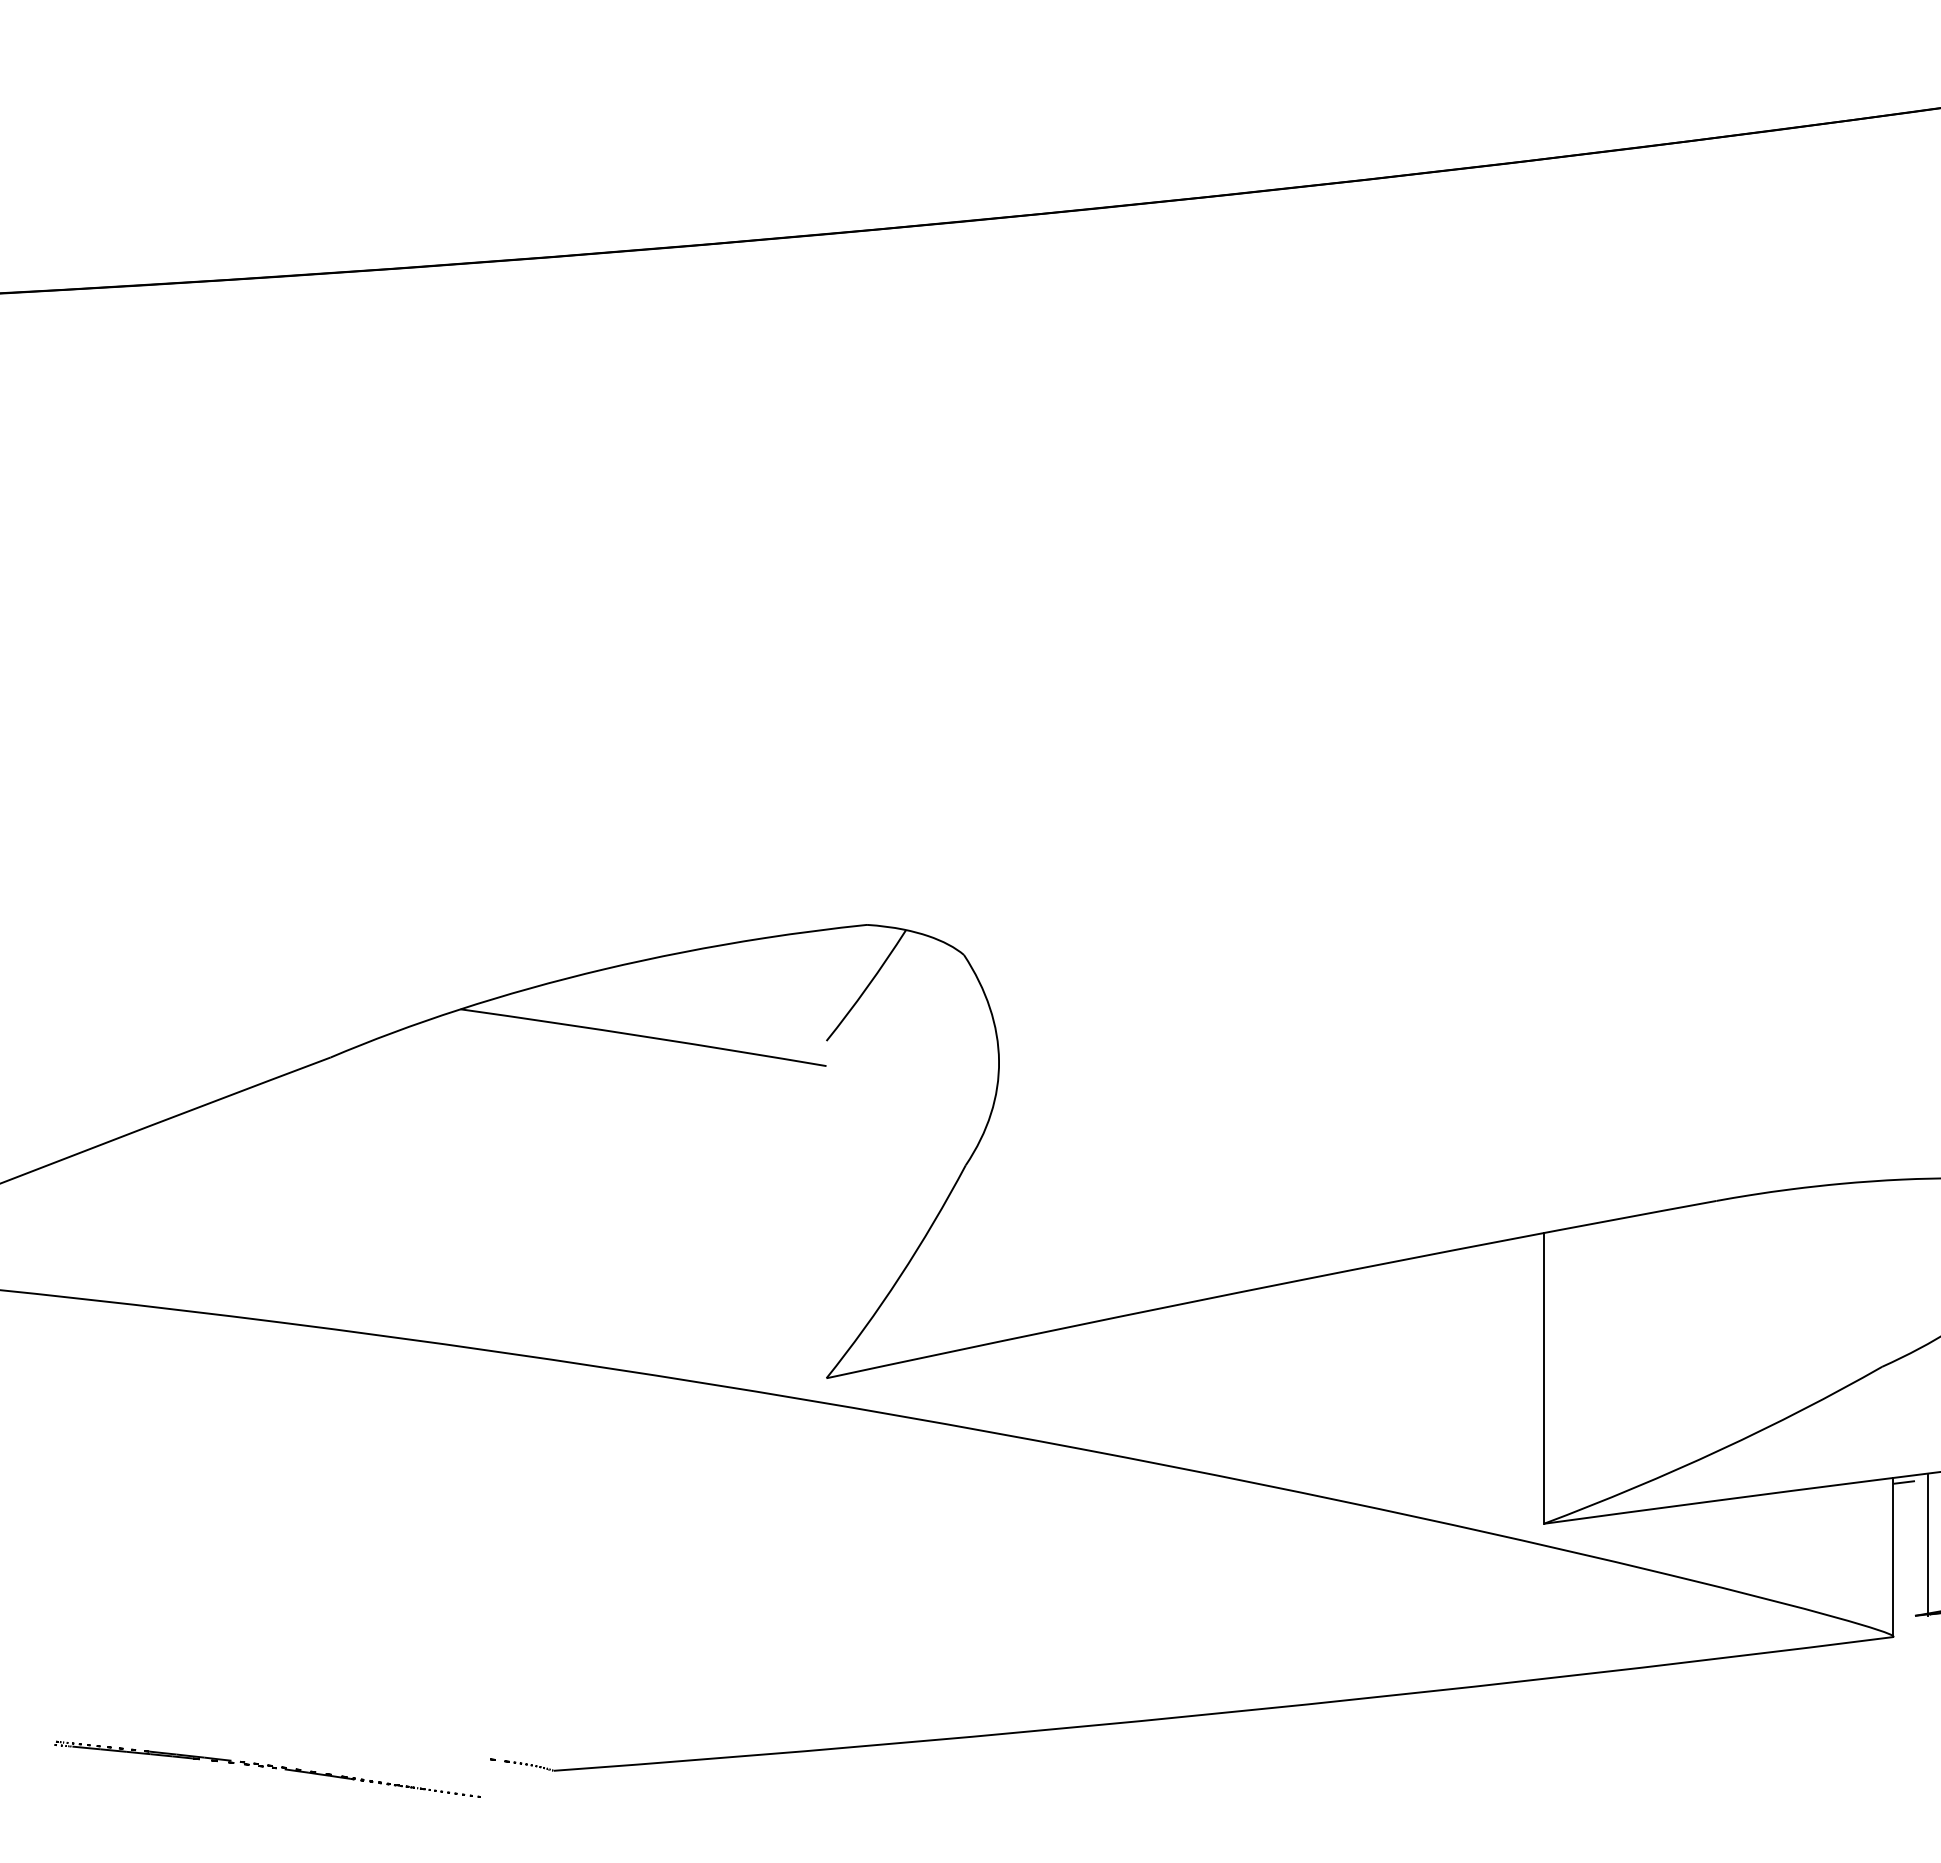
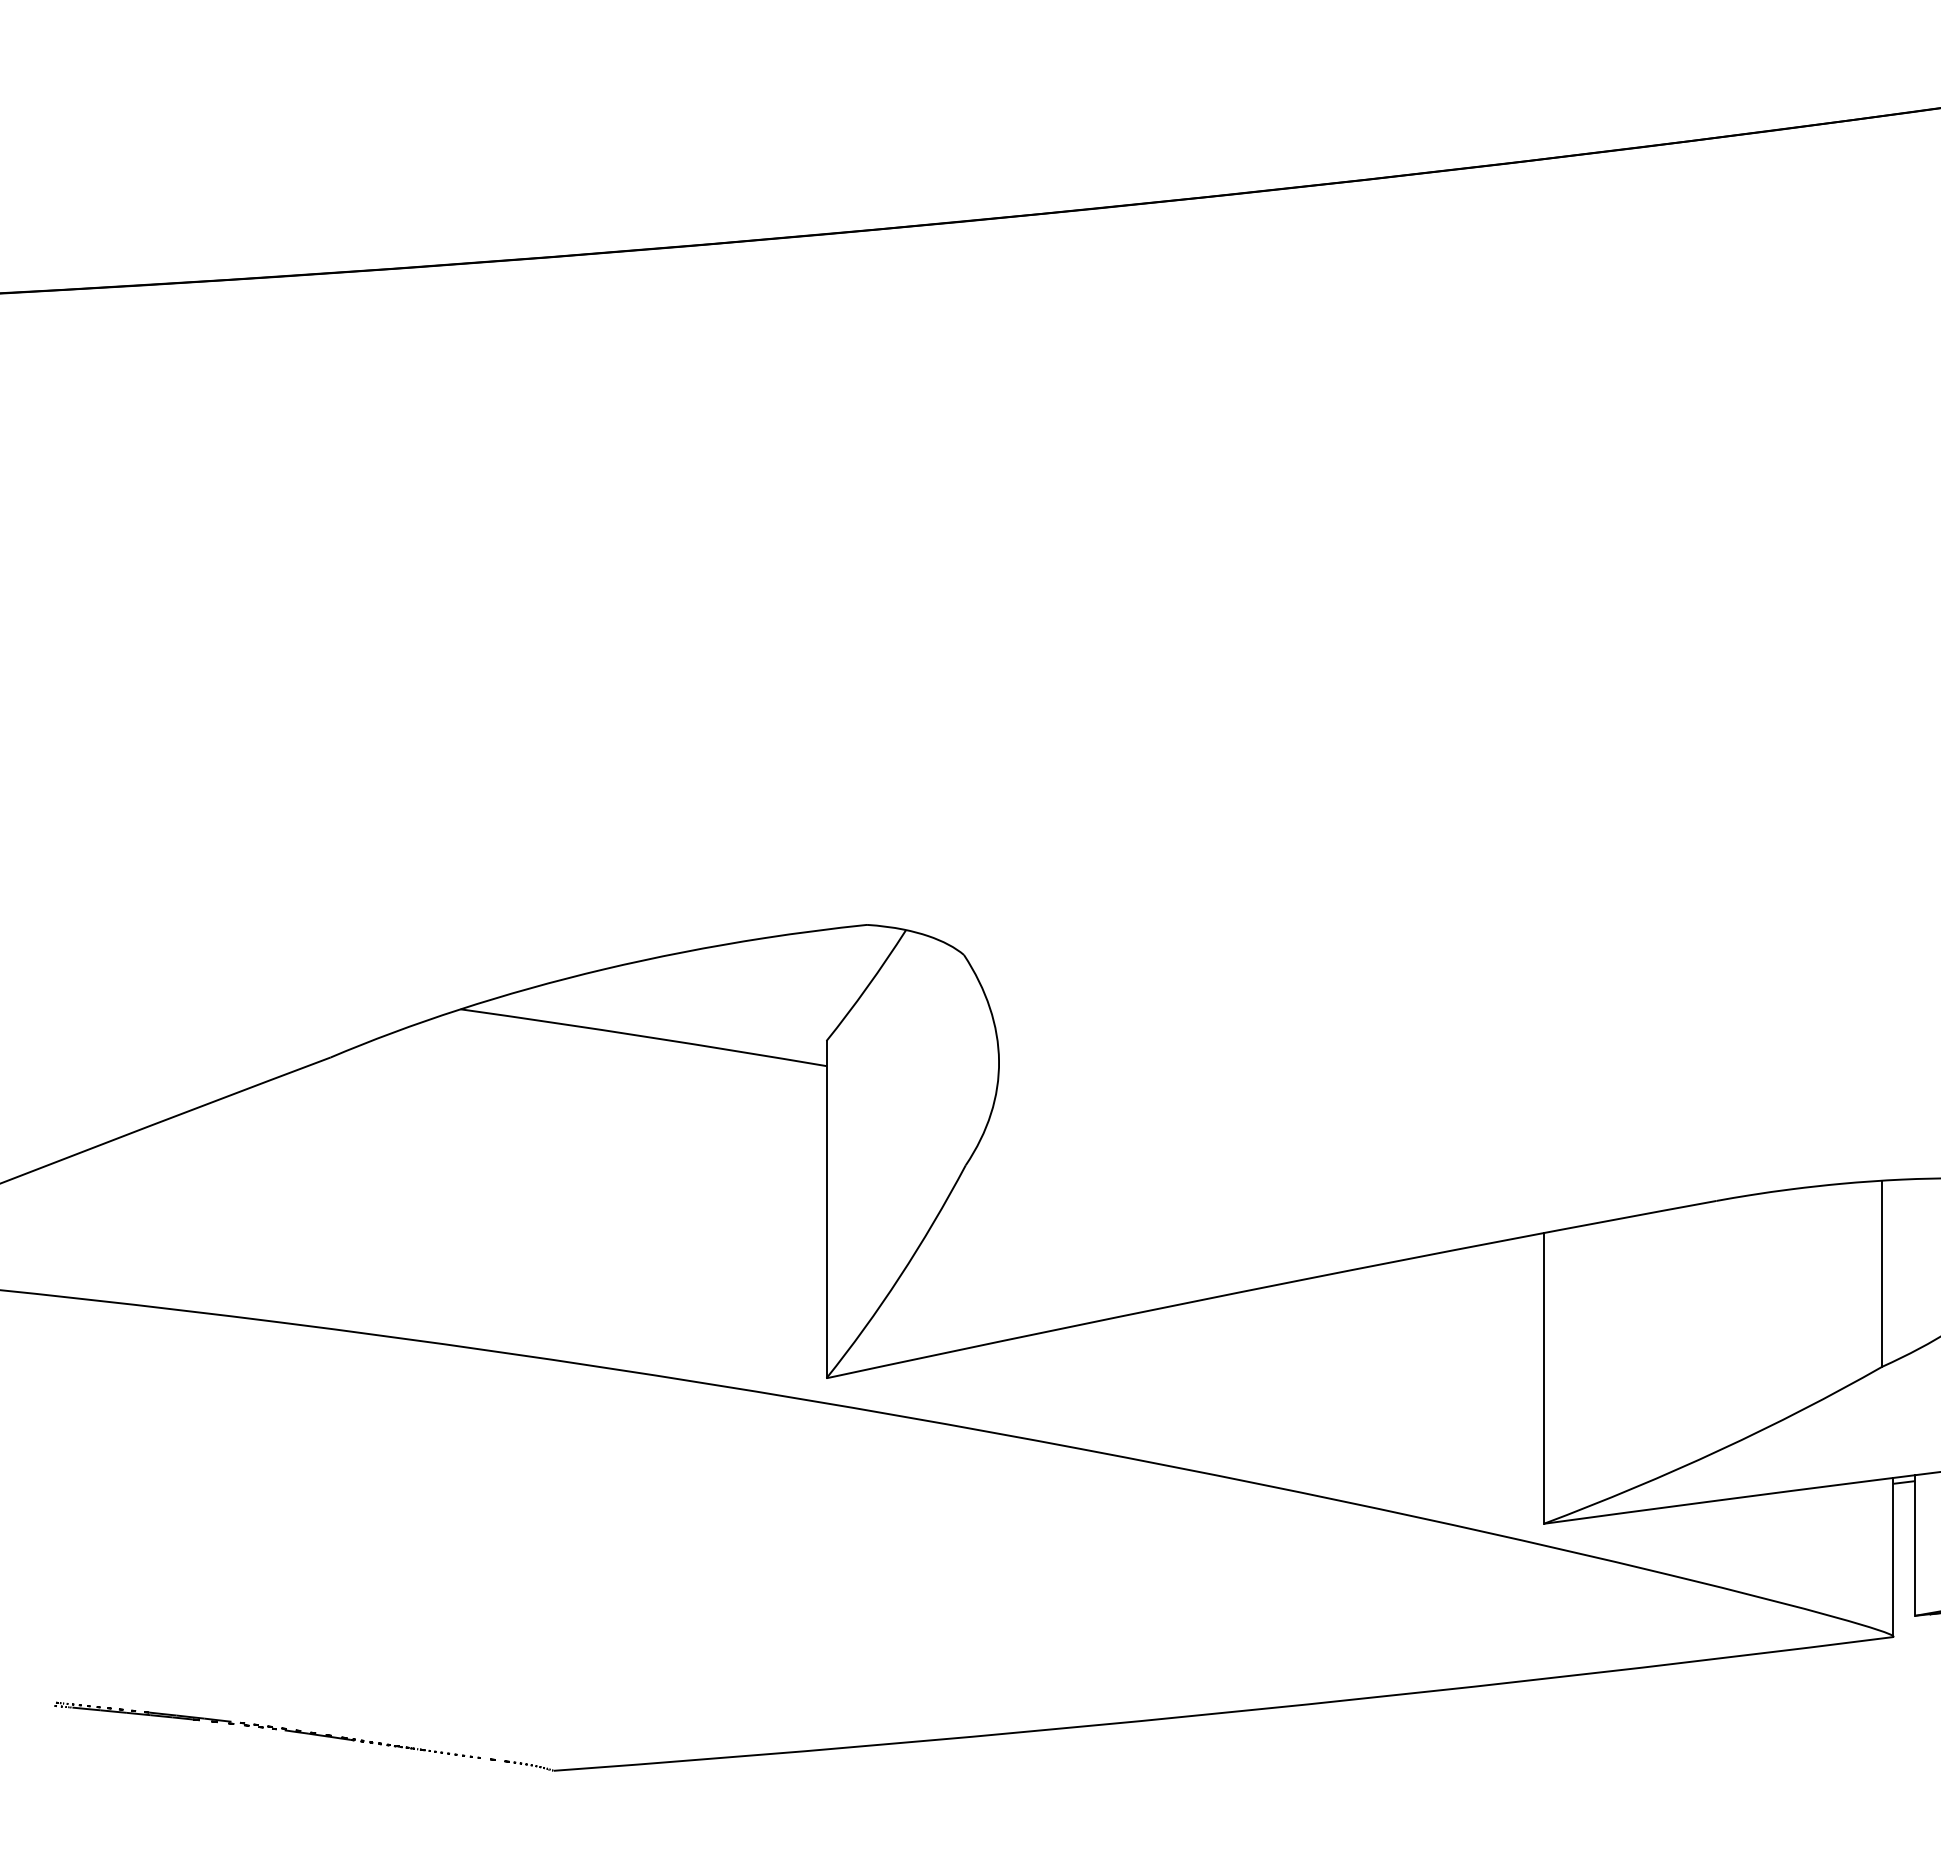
line at (826, 1209): none -> present
line at (1882, 1273): none -> present
line at (1927, 1545) position: (1927, 1545) -> (1914, 1545)
part at (267, 1768) position: (267, 1768) -> (267, 1729)
